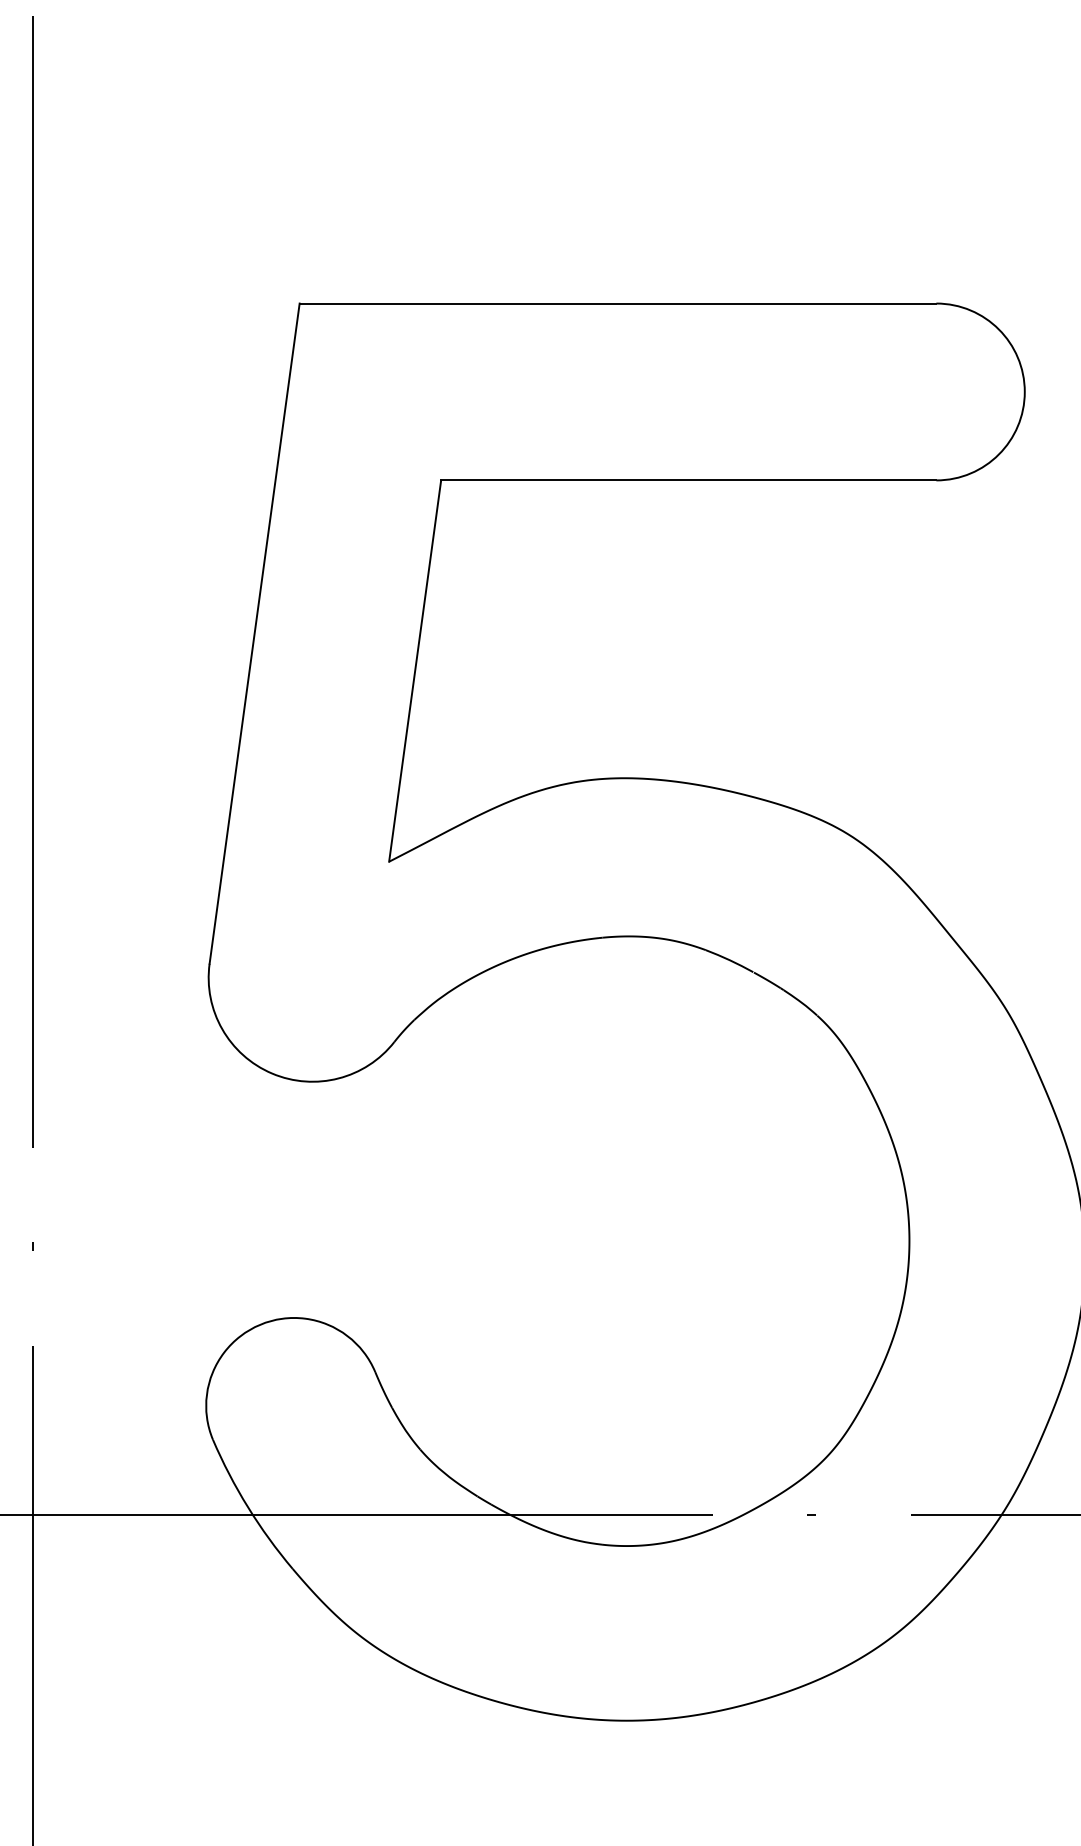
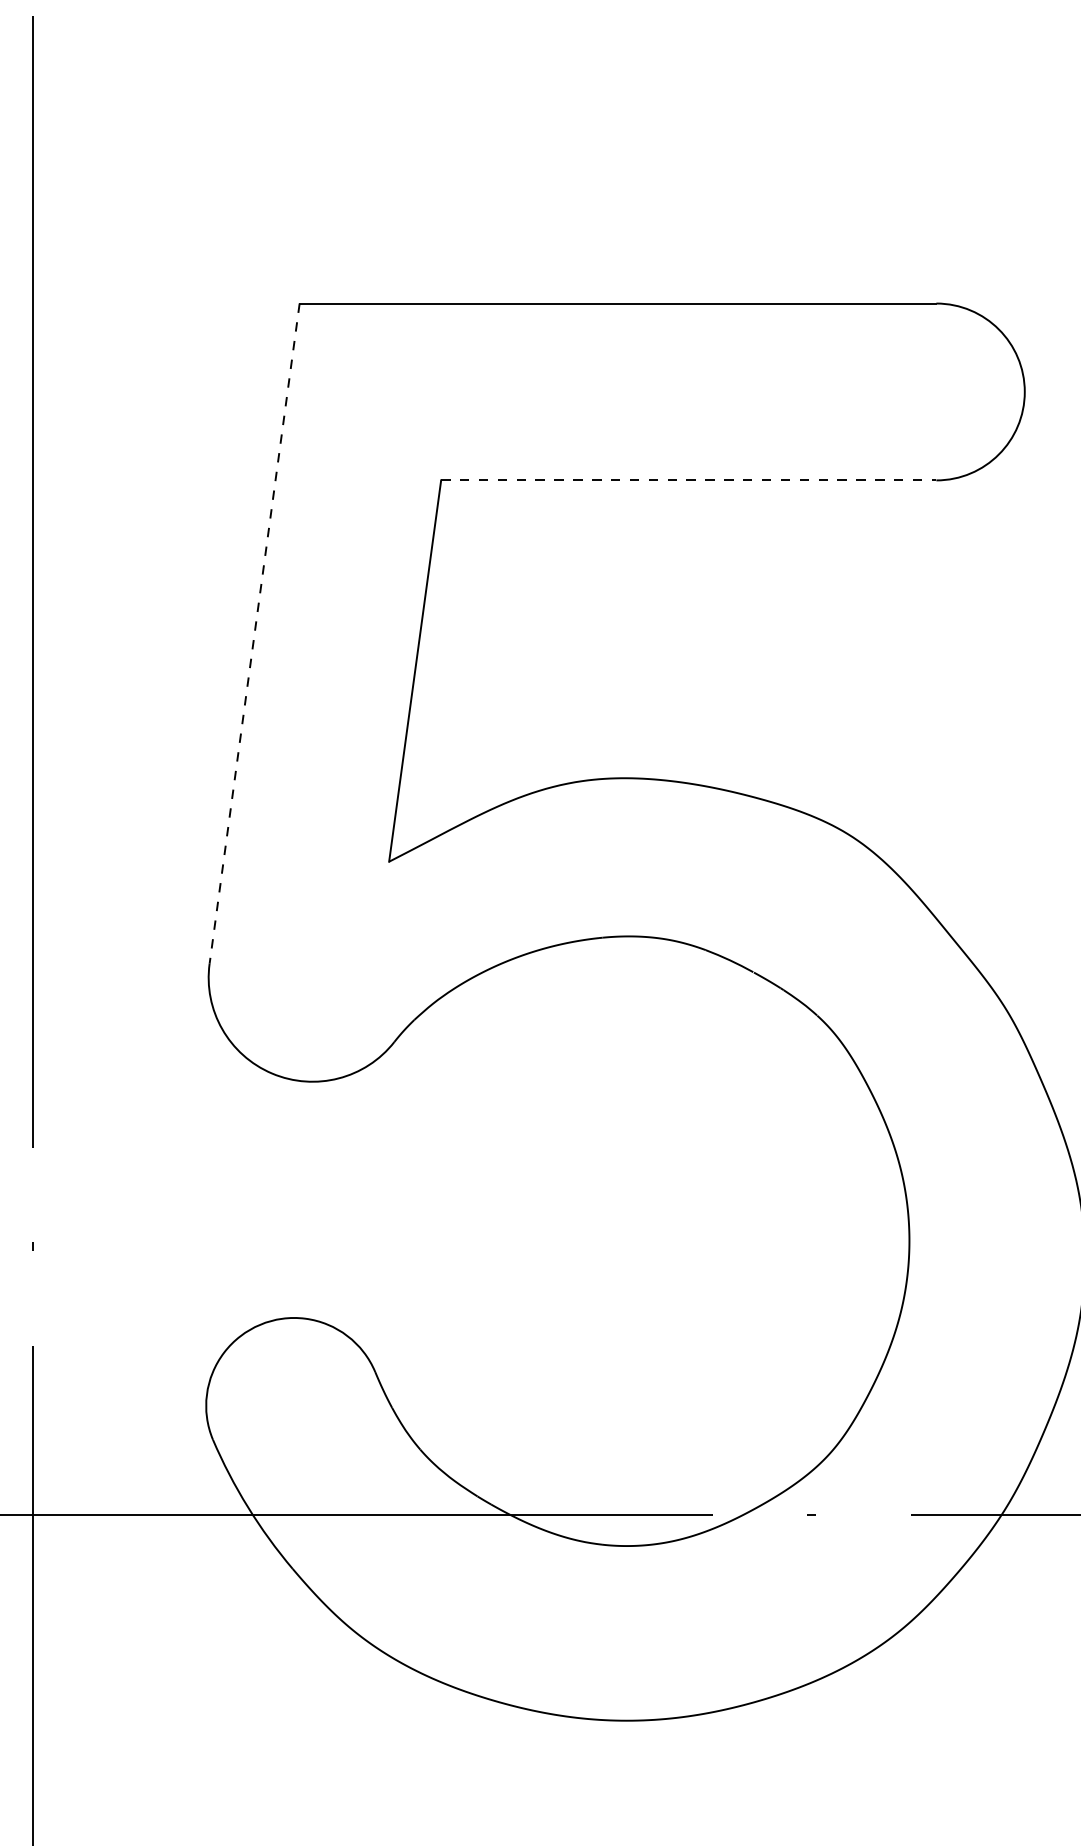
line at (688, 480): solid -> dashed
line at (254, 634): solid -> dashed
